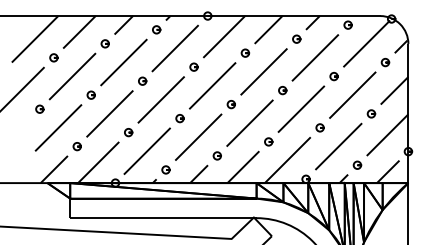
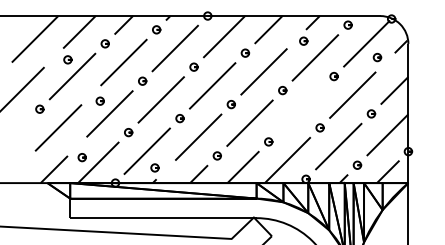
part at (296, 38) position: (296, 38) -> (303, 40)
part at (53, 57) position: (53, 57) -> (67, 59)
part at (385, 62) position: (385, 62) -> (377, 57)
part at (90, 94) position: (90, 94) -> (99, 100)
line at (301, 108): present -> none
part at (76, 146) position: (76, 146) -> (81, 157)
part at (165, 169) position: (165, 169) -> (154, 167)
